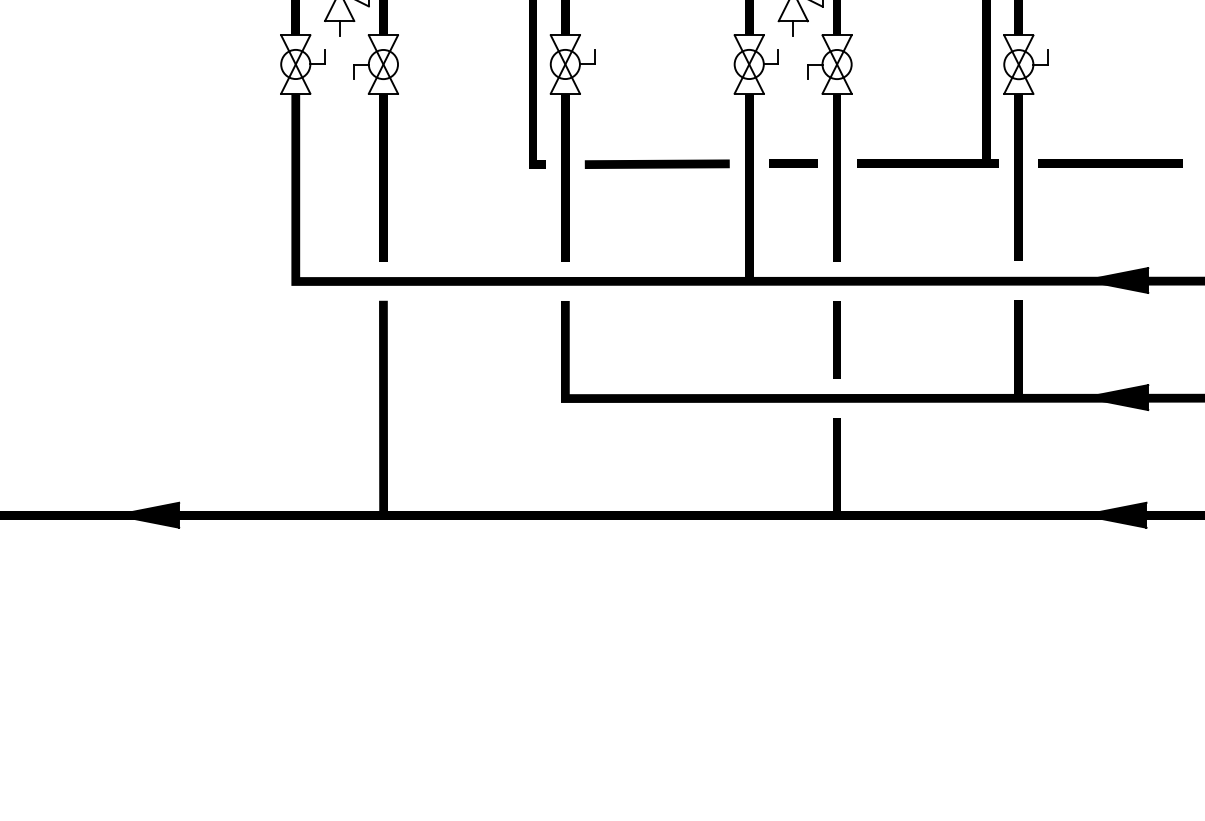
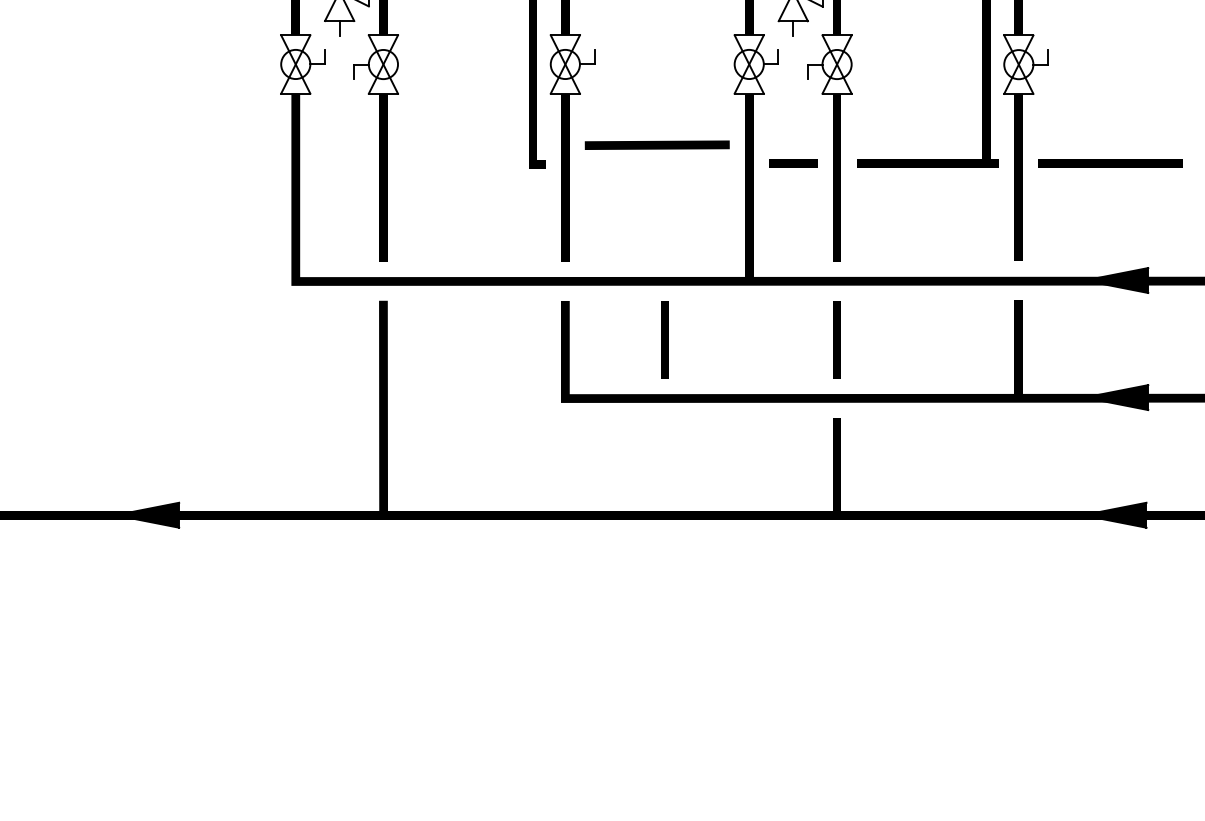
line at (656, 163) position: (656, 163) -> (656, 144)
line at (664, 339): none -> present
